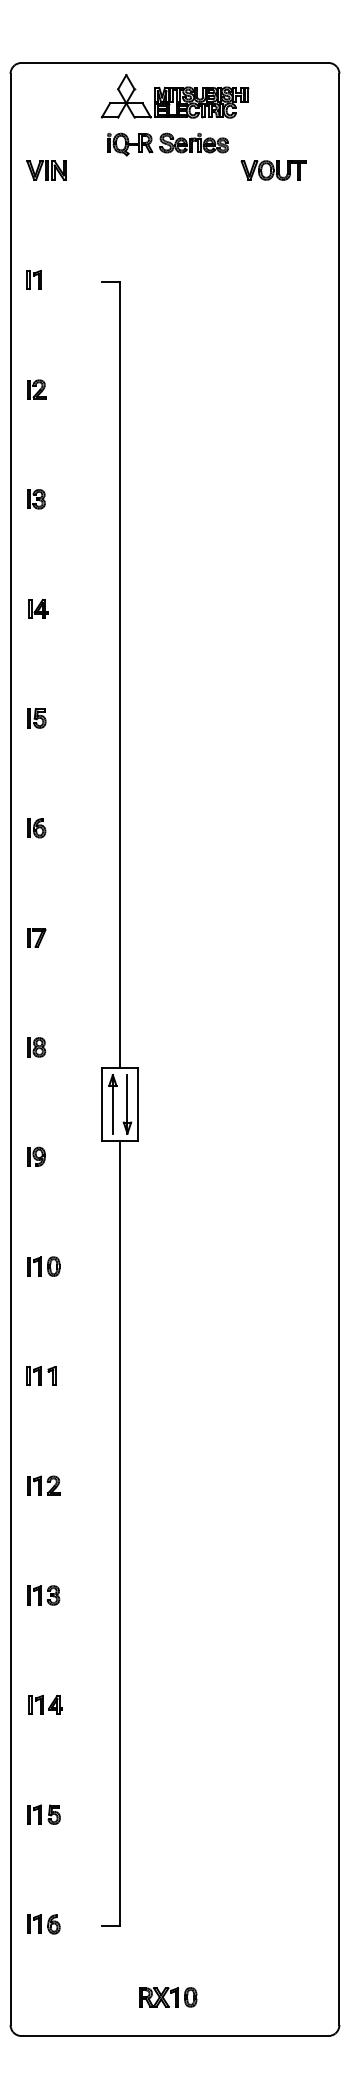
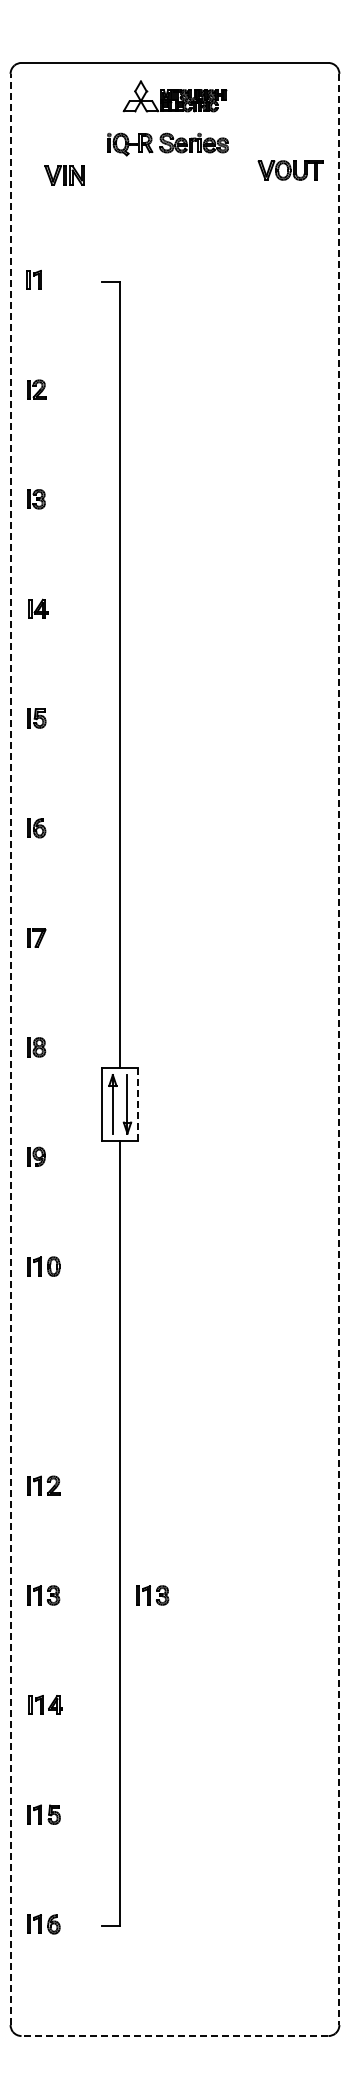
part at (174, 96) size: 150x45 px -> 106x33 px
part at (46, 170) position: (46, 170) -> (64, 175)
part at (273, 170) position: (273, 170) -> (290, 170)
line at (10, 1049): solid -> dashed
line at (339, 1049): solid -> dashed
line at (138, 1104): solid -> dashed
part at (41, 1375): present -> none
part at (152, 1595): none -> present
part at (168, 1997): present -> none
line at (174, 2036): solid -> dashed
